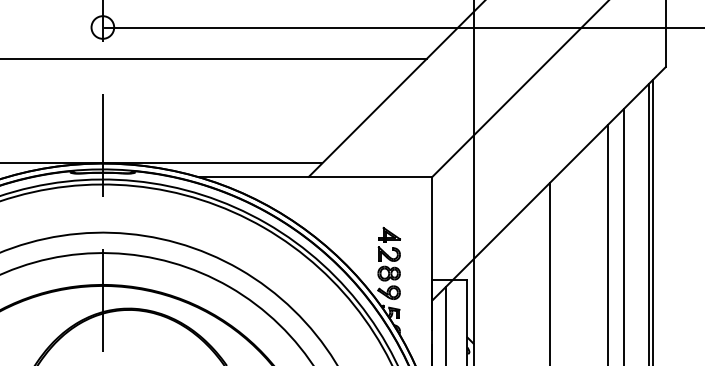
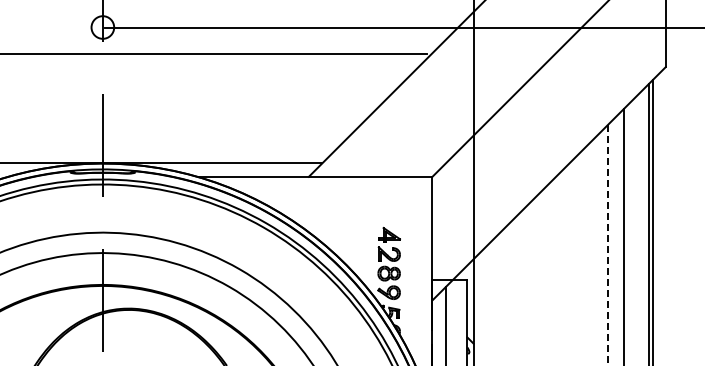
line at (214, 58) position: (214, 58) -> (214, 53)
line at (608, 245): solid -> dashed
line at (550, 272): present -> none
